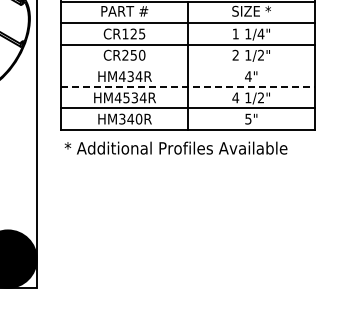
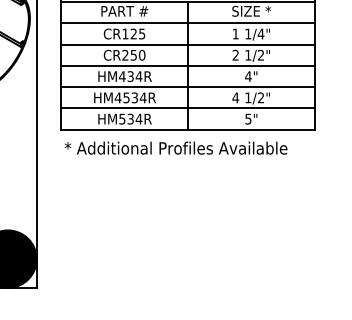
line at (187, 65): none -> present
line at (188, 87): dashed -> solid
text at (130, 118): HM340R -> HM534R
